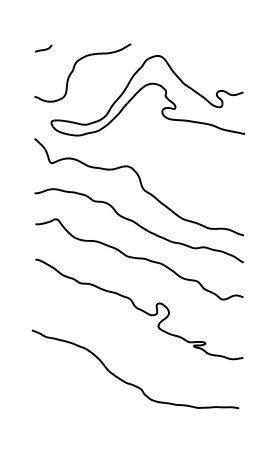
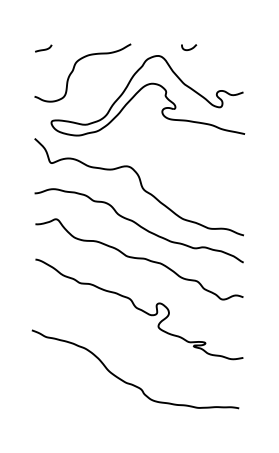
curve at (189, 48): none -> present
